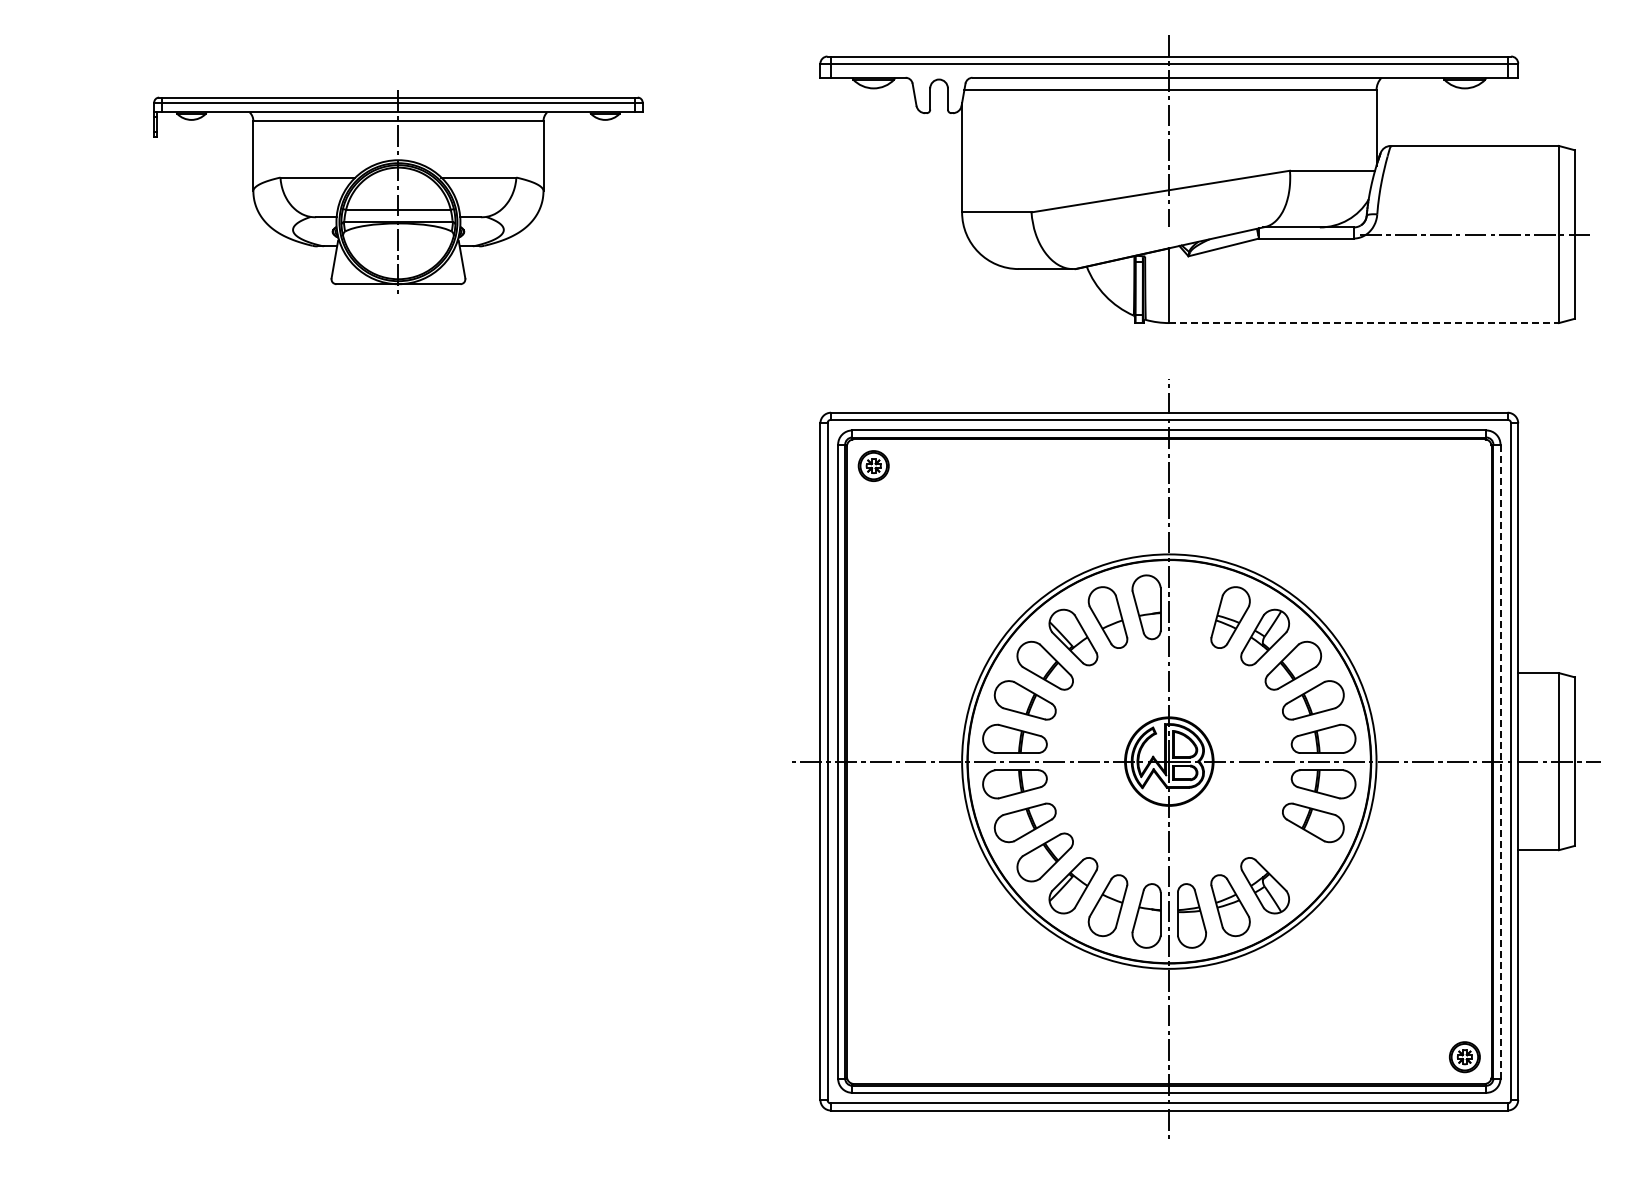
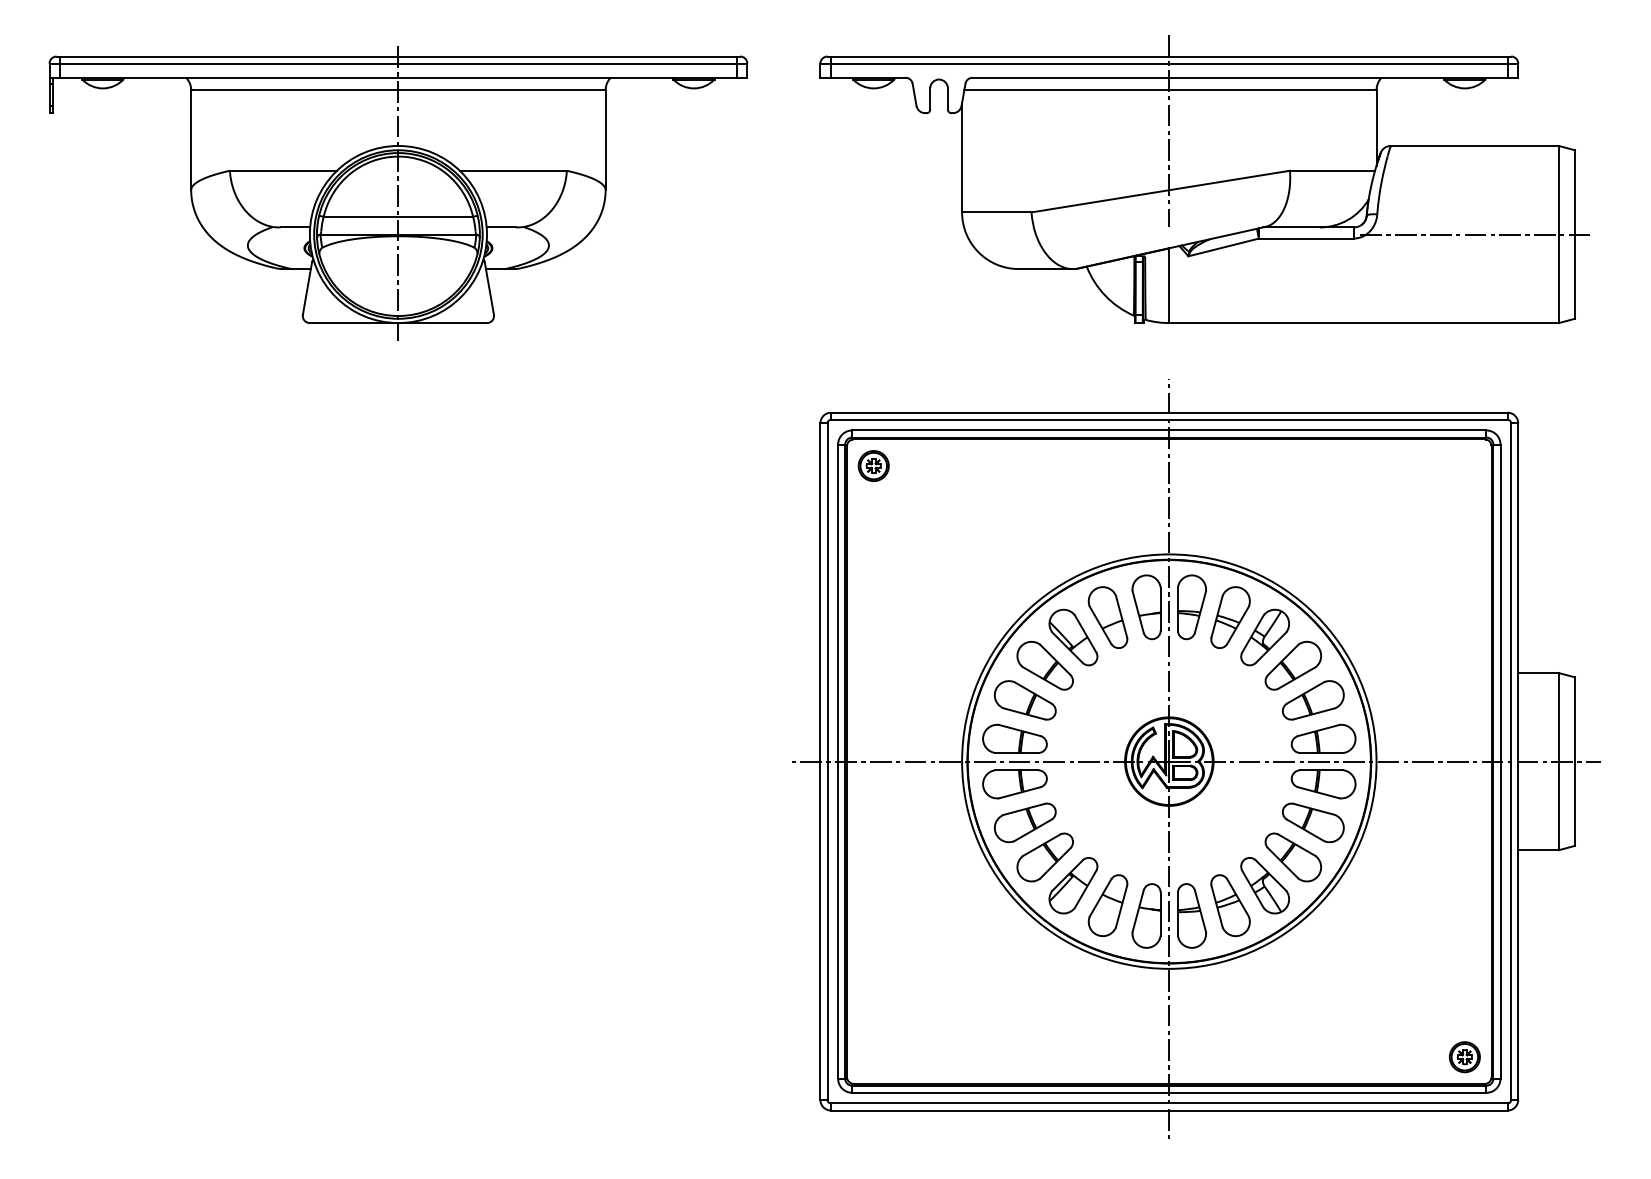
part at (398, 191) size: 491x204 px -> 701x295 px
line at (1364, 323): dashed -> solid
part at (1191, 607): none -> present
line at (1500, 762): dashed -> solid
part at (1293, 857): none -> present
